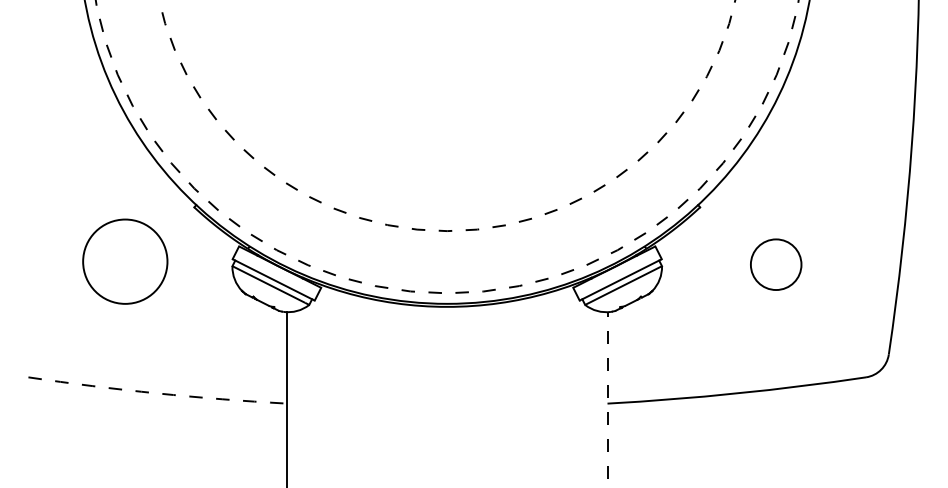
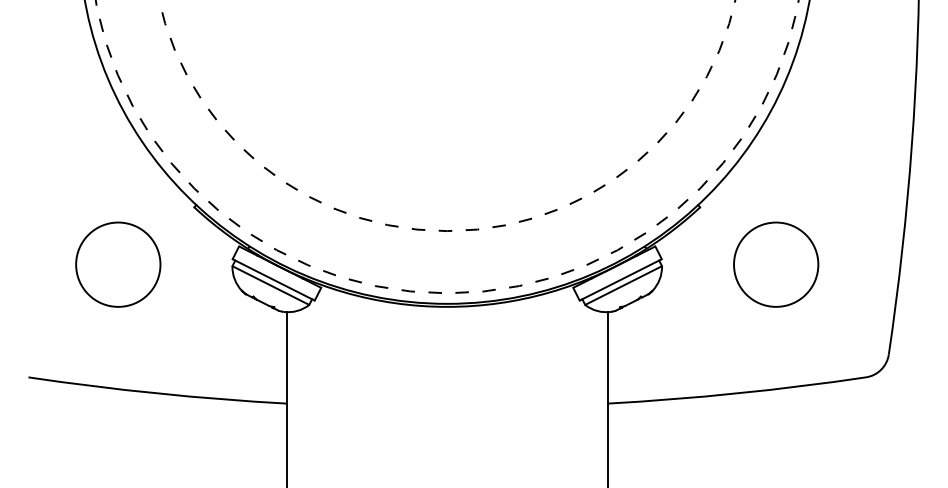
circle at (125, 261) position: (125, 261) -> (118, 264)
circle at (775, 264) diameter: 51 px -> 84 px
arc at (157, 393): dashed -> solid
line at (607, 400): dashed -> solid
